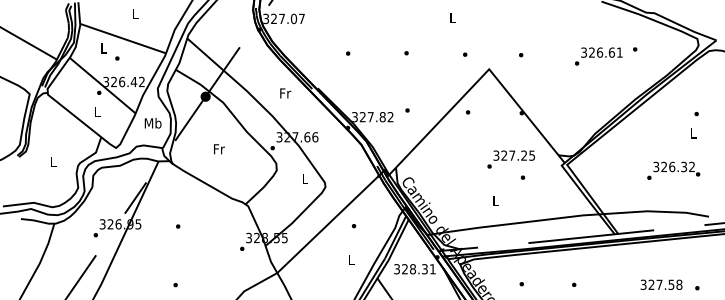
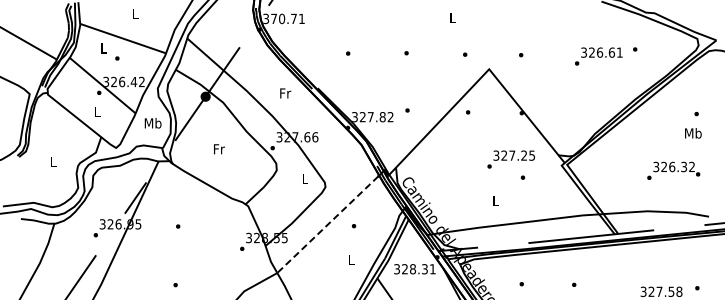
text at (287, 18): 327.07 -> 370.71
text at (693, 133): L -> Mb
line at (327, 224): solid -> dashed
text at (661, 284) position: (661, 284) -> (661, 291)
